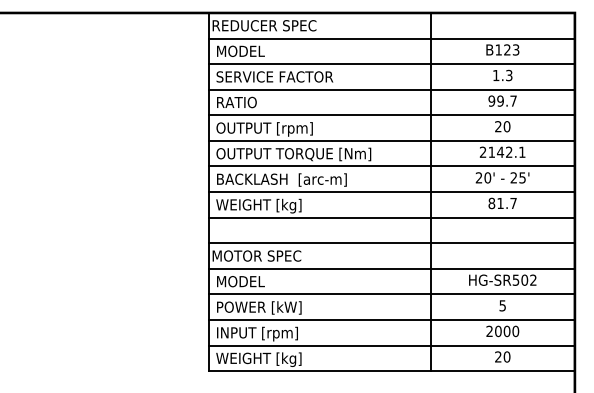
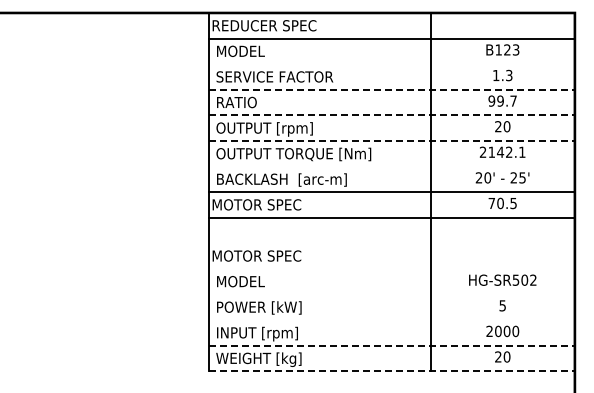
line at (391, 64): present -> none
line at (392, 89): solid -> dashed
line at (392, 115): solid -> dashed
line at (392, 140): solid -> dashed
line at (391, 166): present -> none
text at (502, 203): 81.7 -> 70.5
text at (256, 205): WEIGHT [kg] -> MOTOR SPEC
line at (391, 243): present -> none
line at (391, 268): present -> none
line at (391, 294): present -> none
line at (391, 320): present -> none
line at (392, 345): solid -> dashed
line at (392, 371): solid -> dashed
